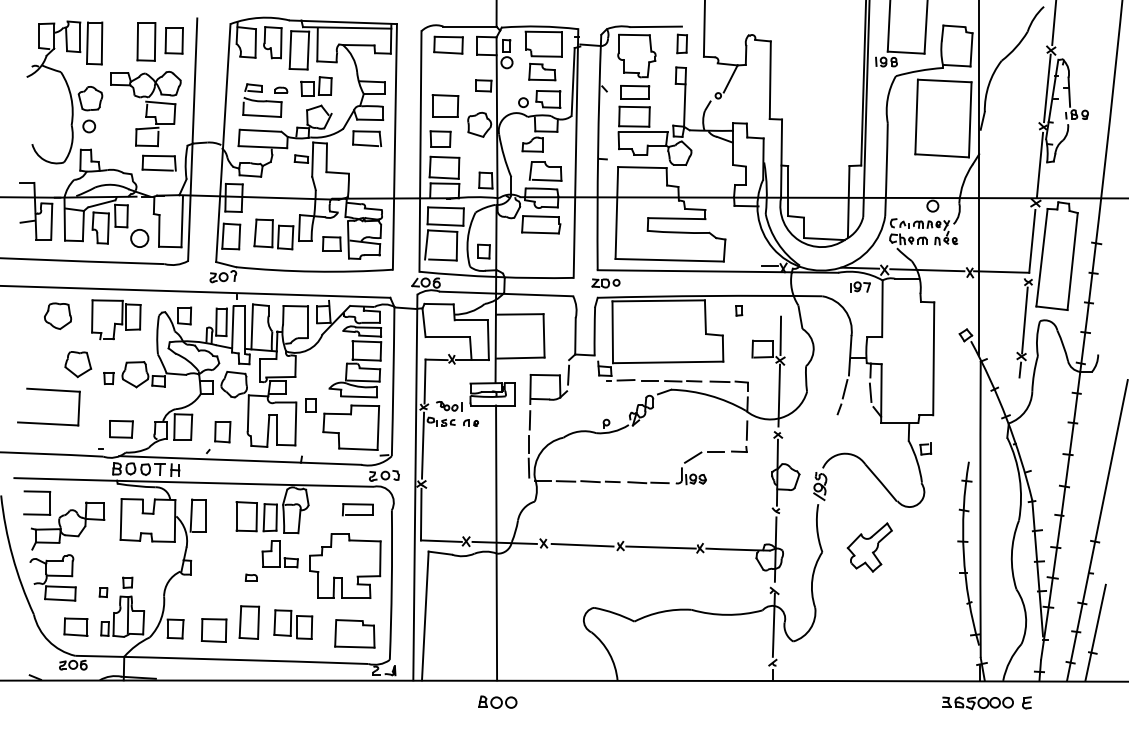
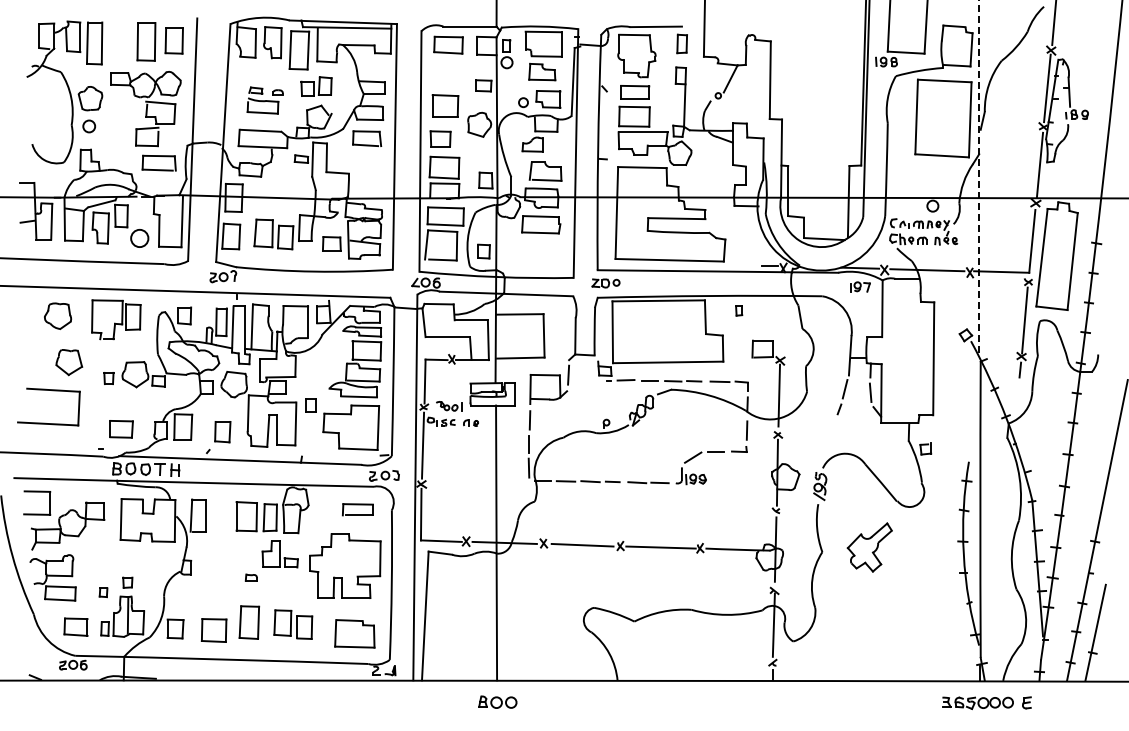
part at (265, 100) size: 47x35 px -> 38x29 px
line at (979, 178): solid -> dashed
line at (780, 335): present -> none
part at (78, 364) position: (78, 364) -> (69, 362)
